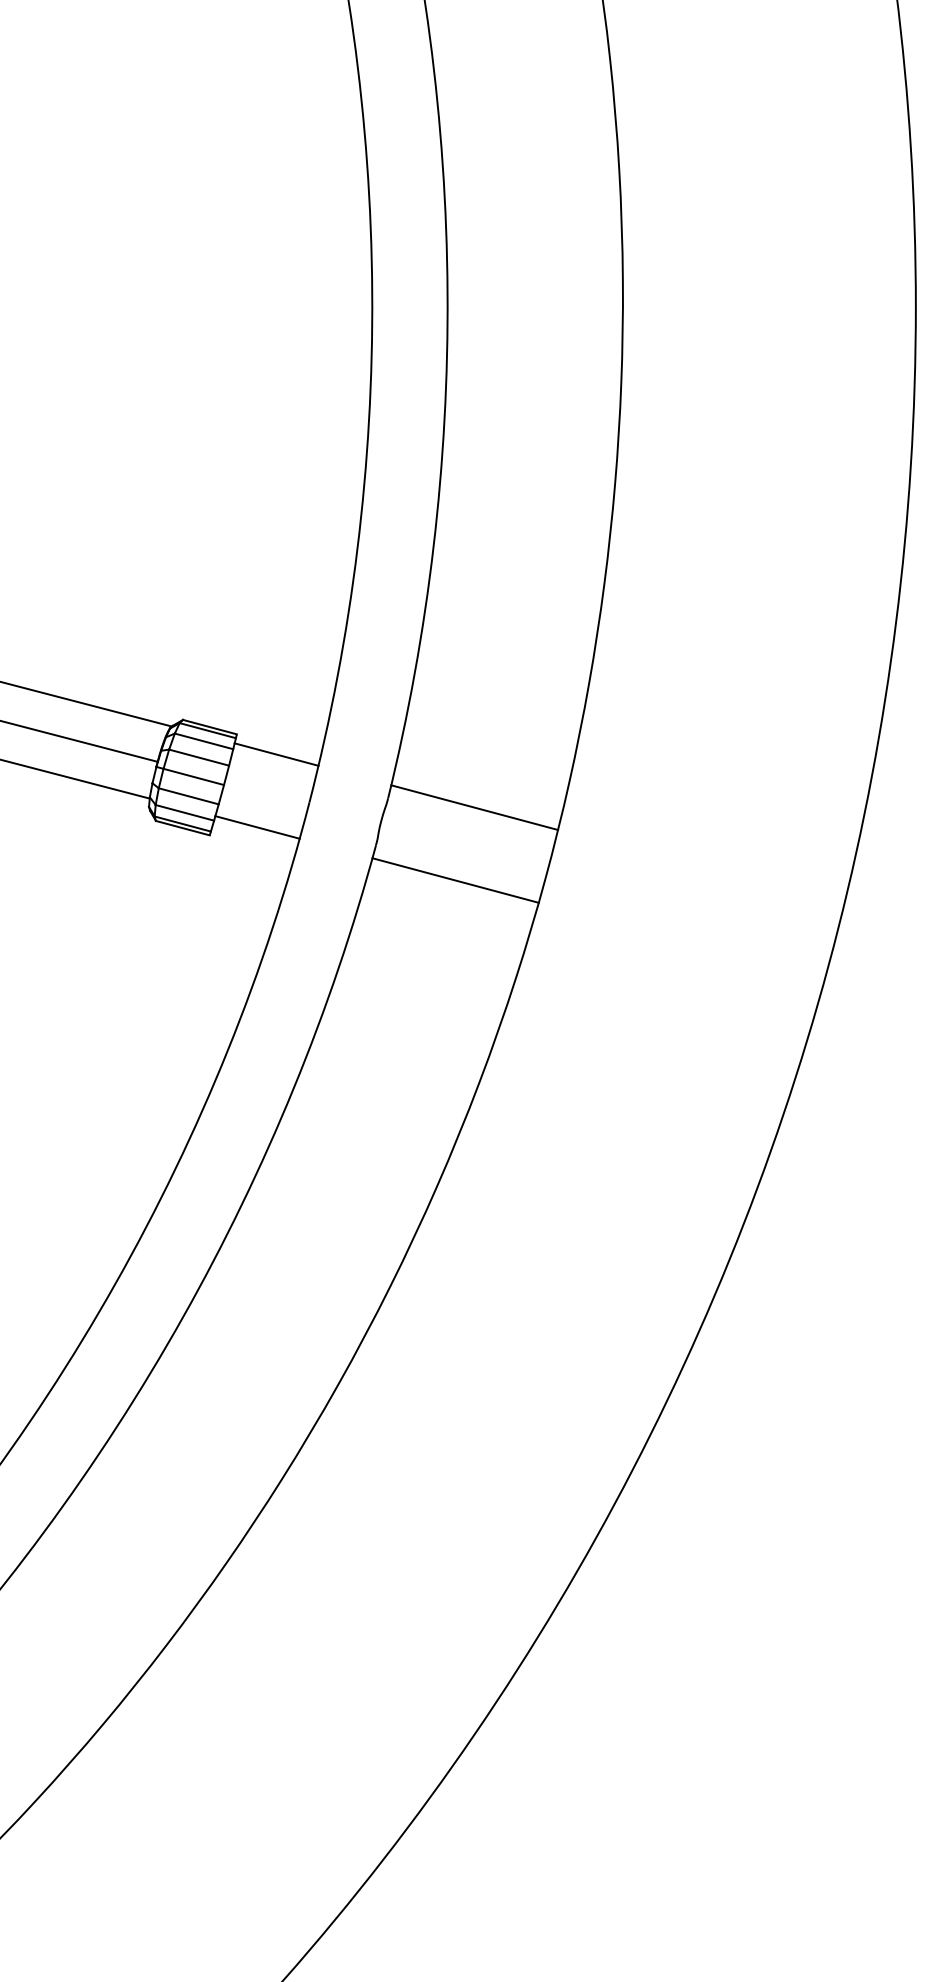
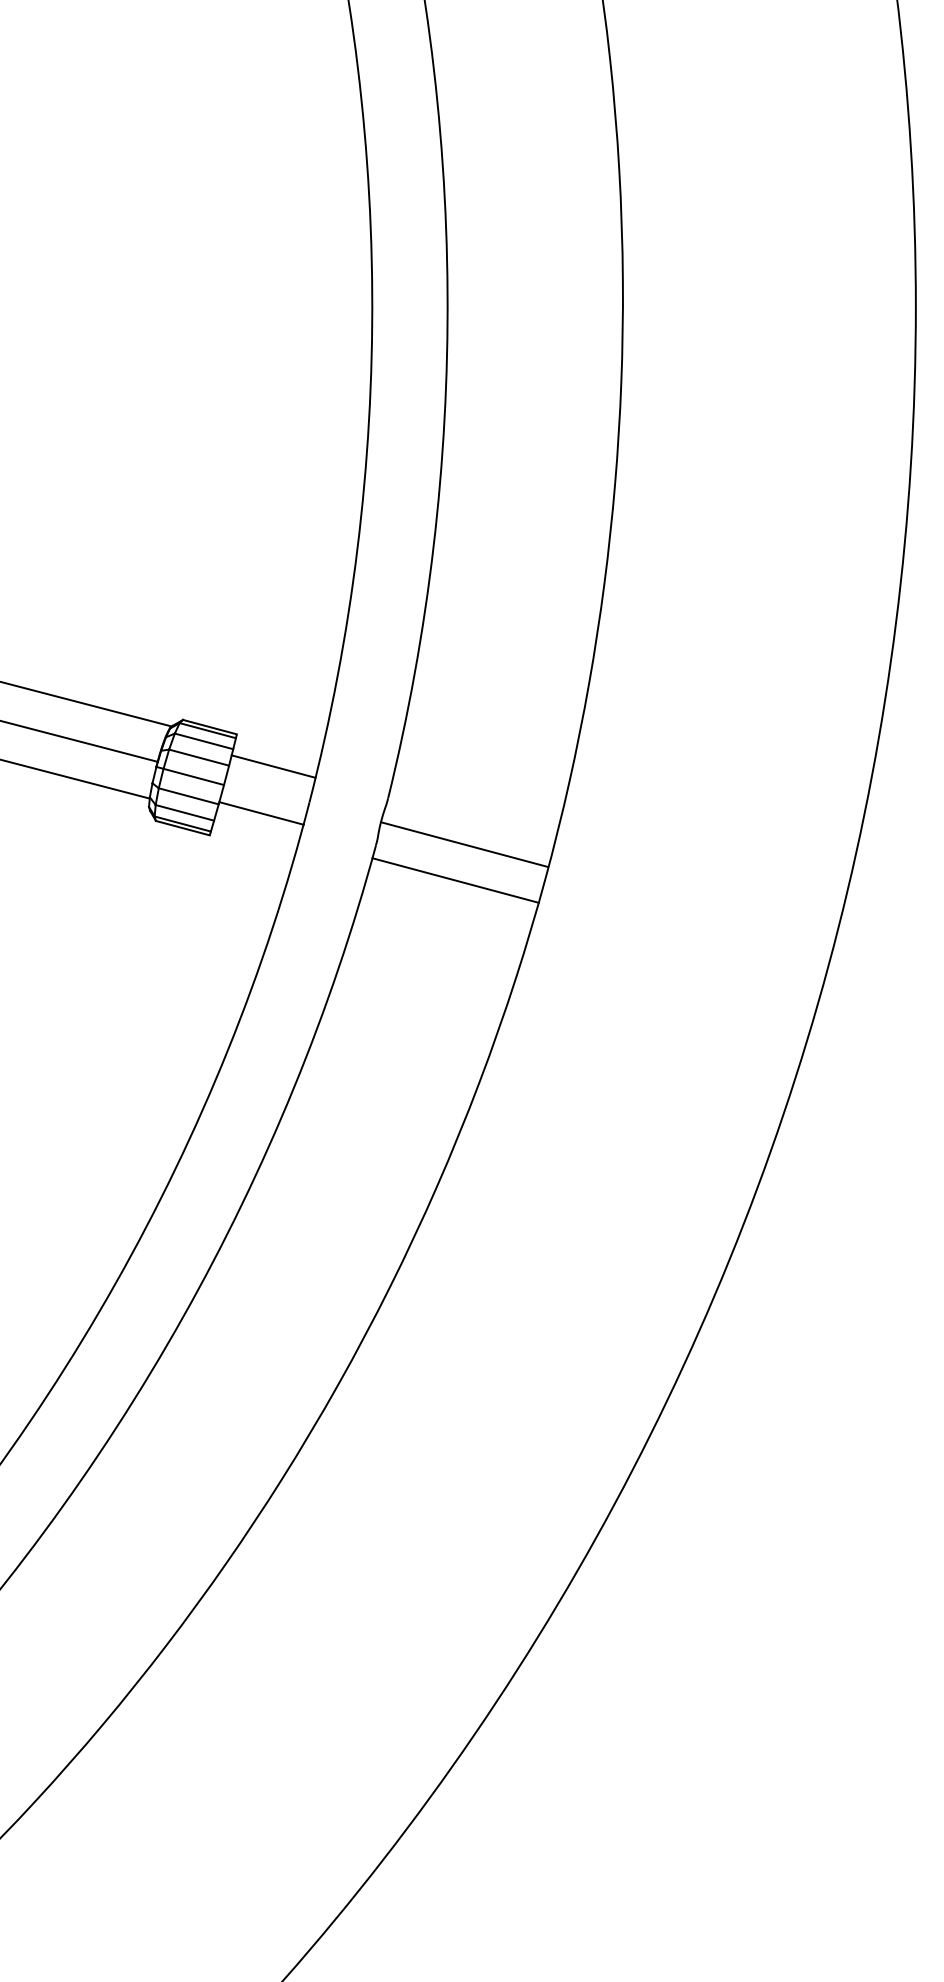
line at (276, 754) position: (276, 754) -> (273, 766)
line at (474, 807) position: (474, 807) -> (464, 844)
line at (257, 827) position: (257, 827) -> (261, 813)
